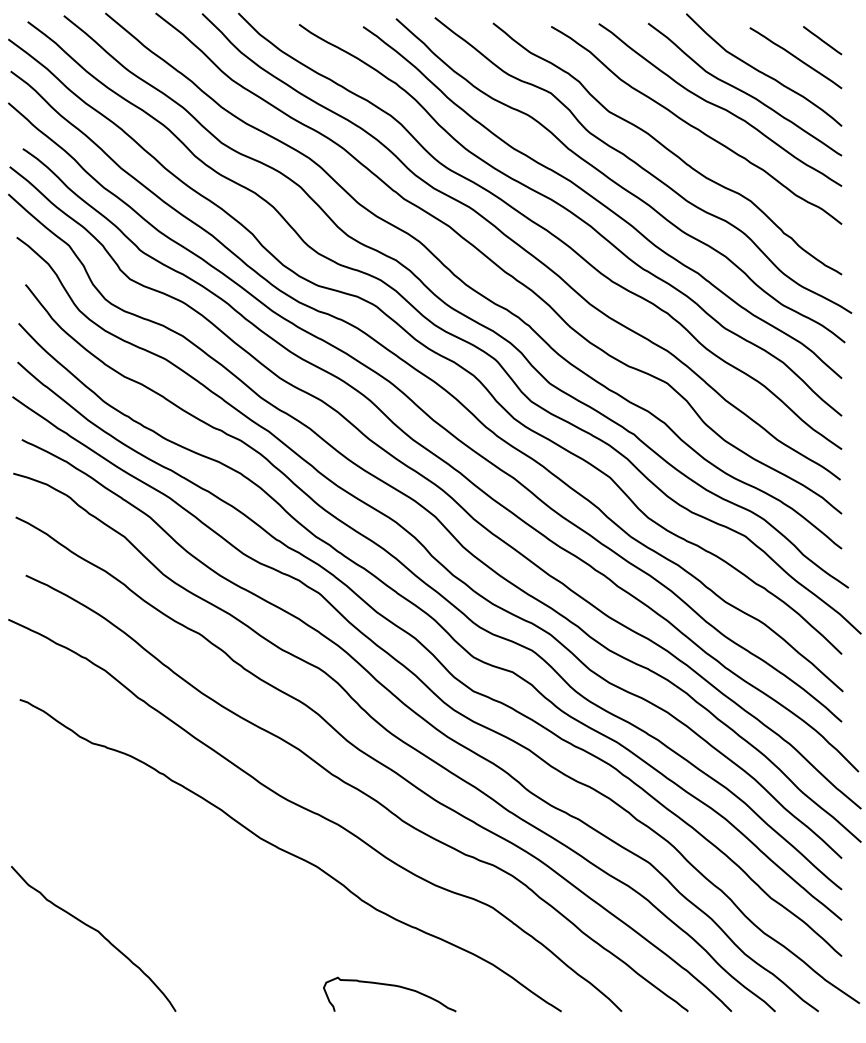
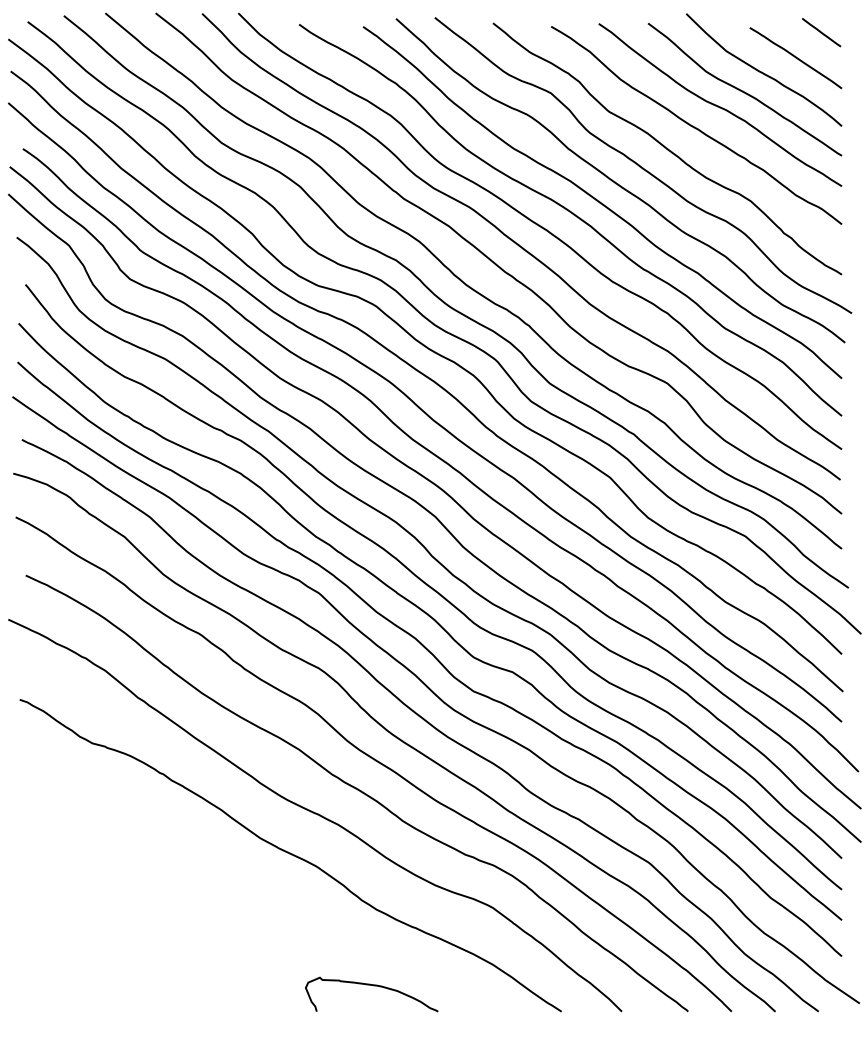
line at (822, 40) position: (822, 40) -> (821, 32)
curve at (98, 933): present -> none
curve at (391, 986) position: (391, 986) -> (373, 986)
